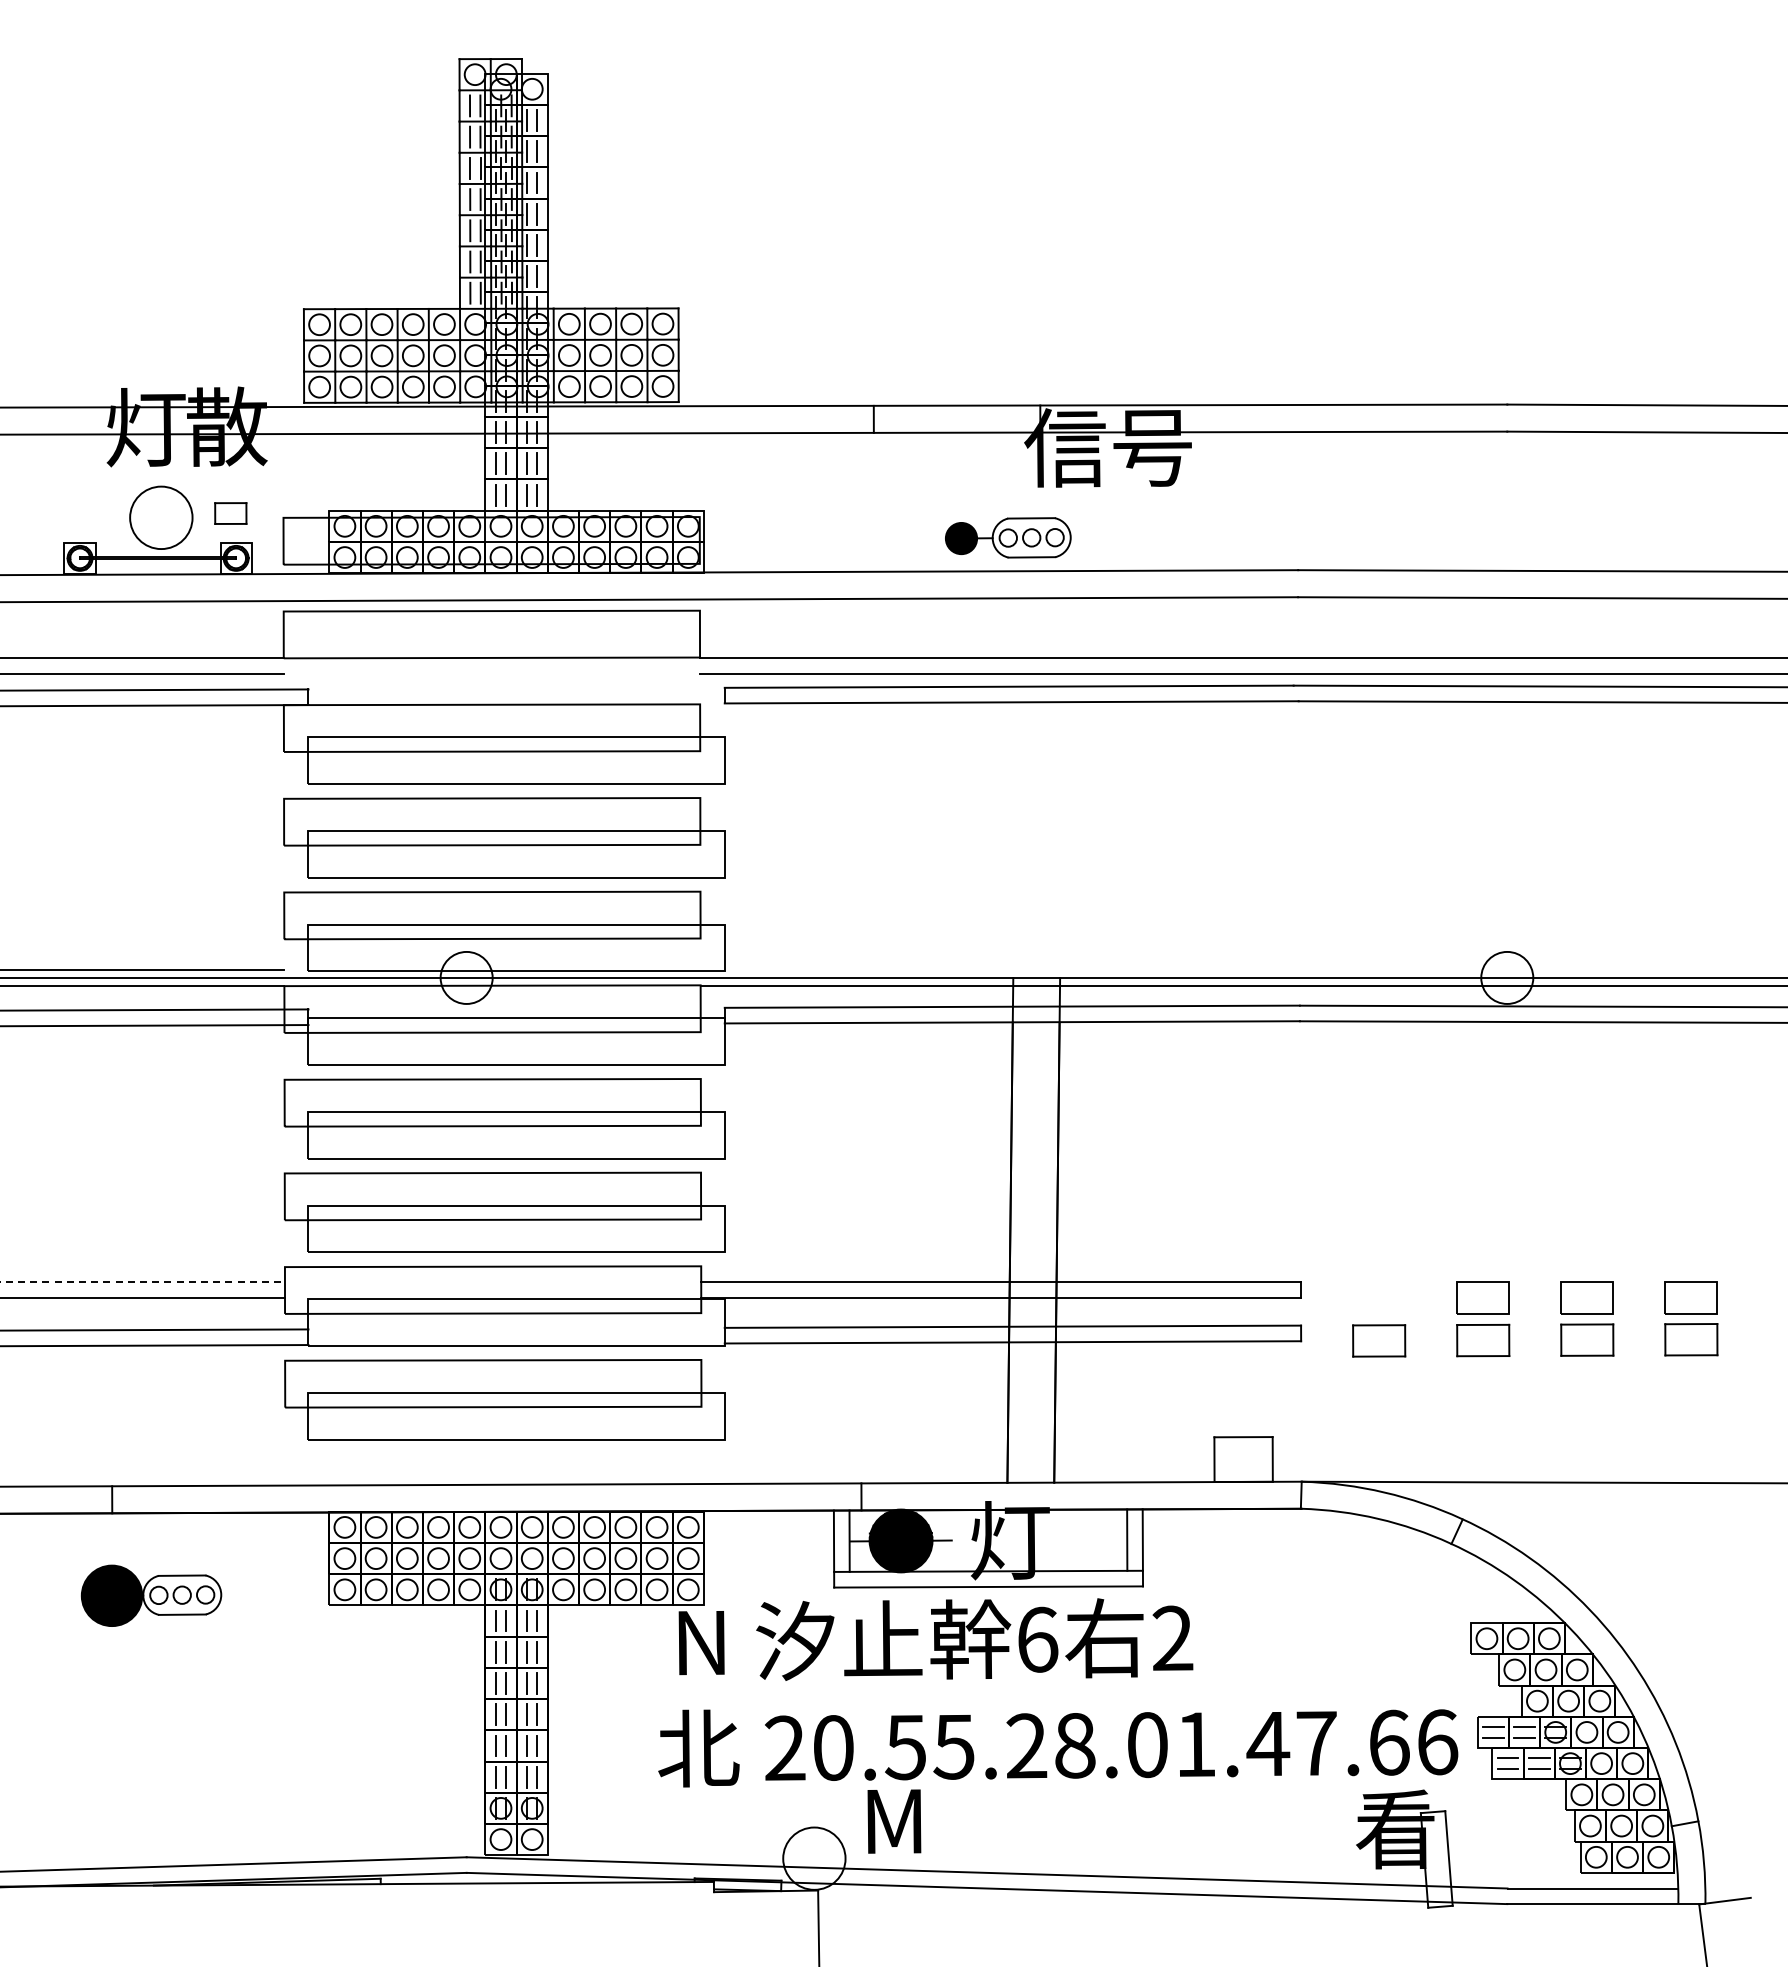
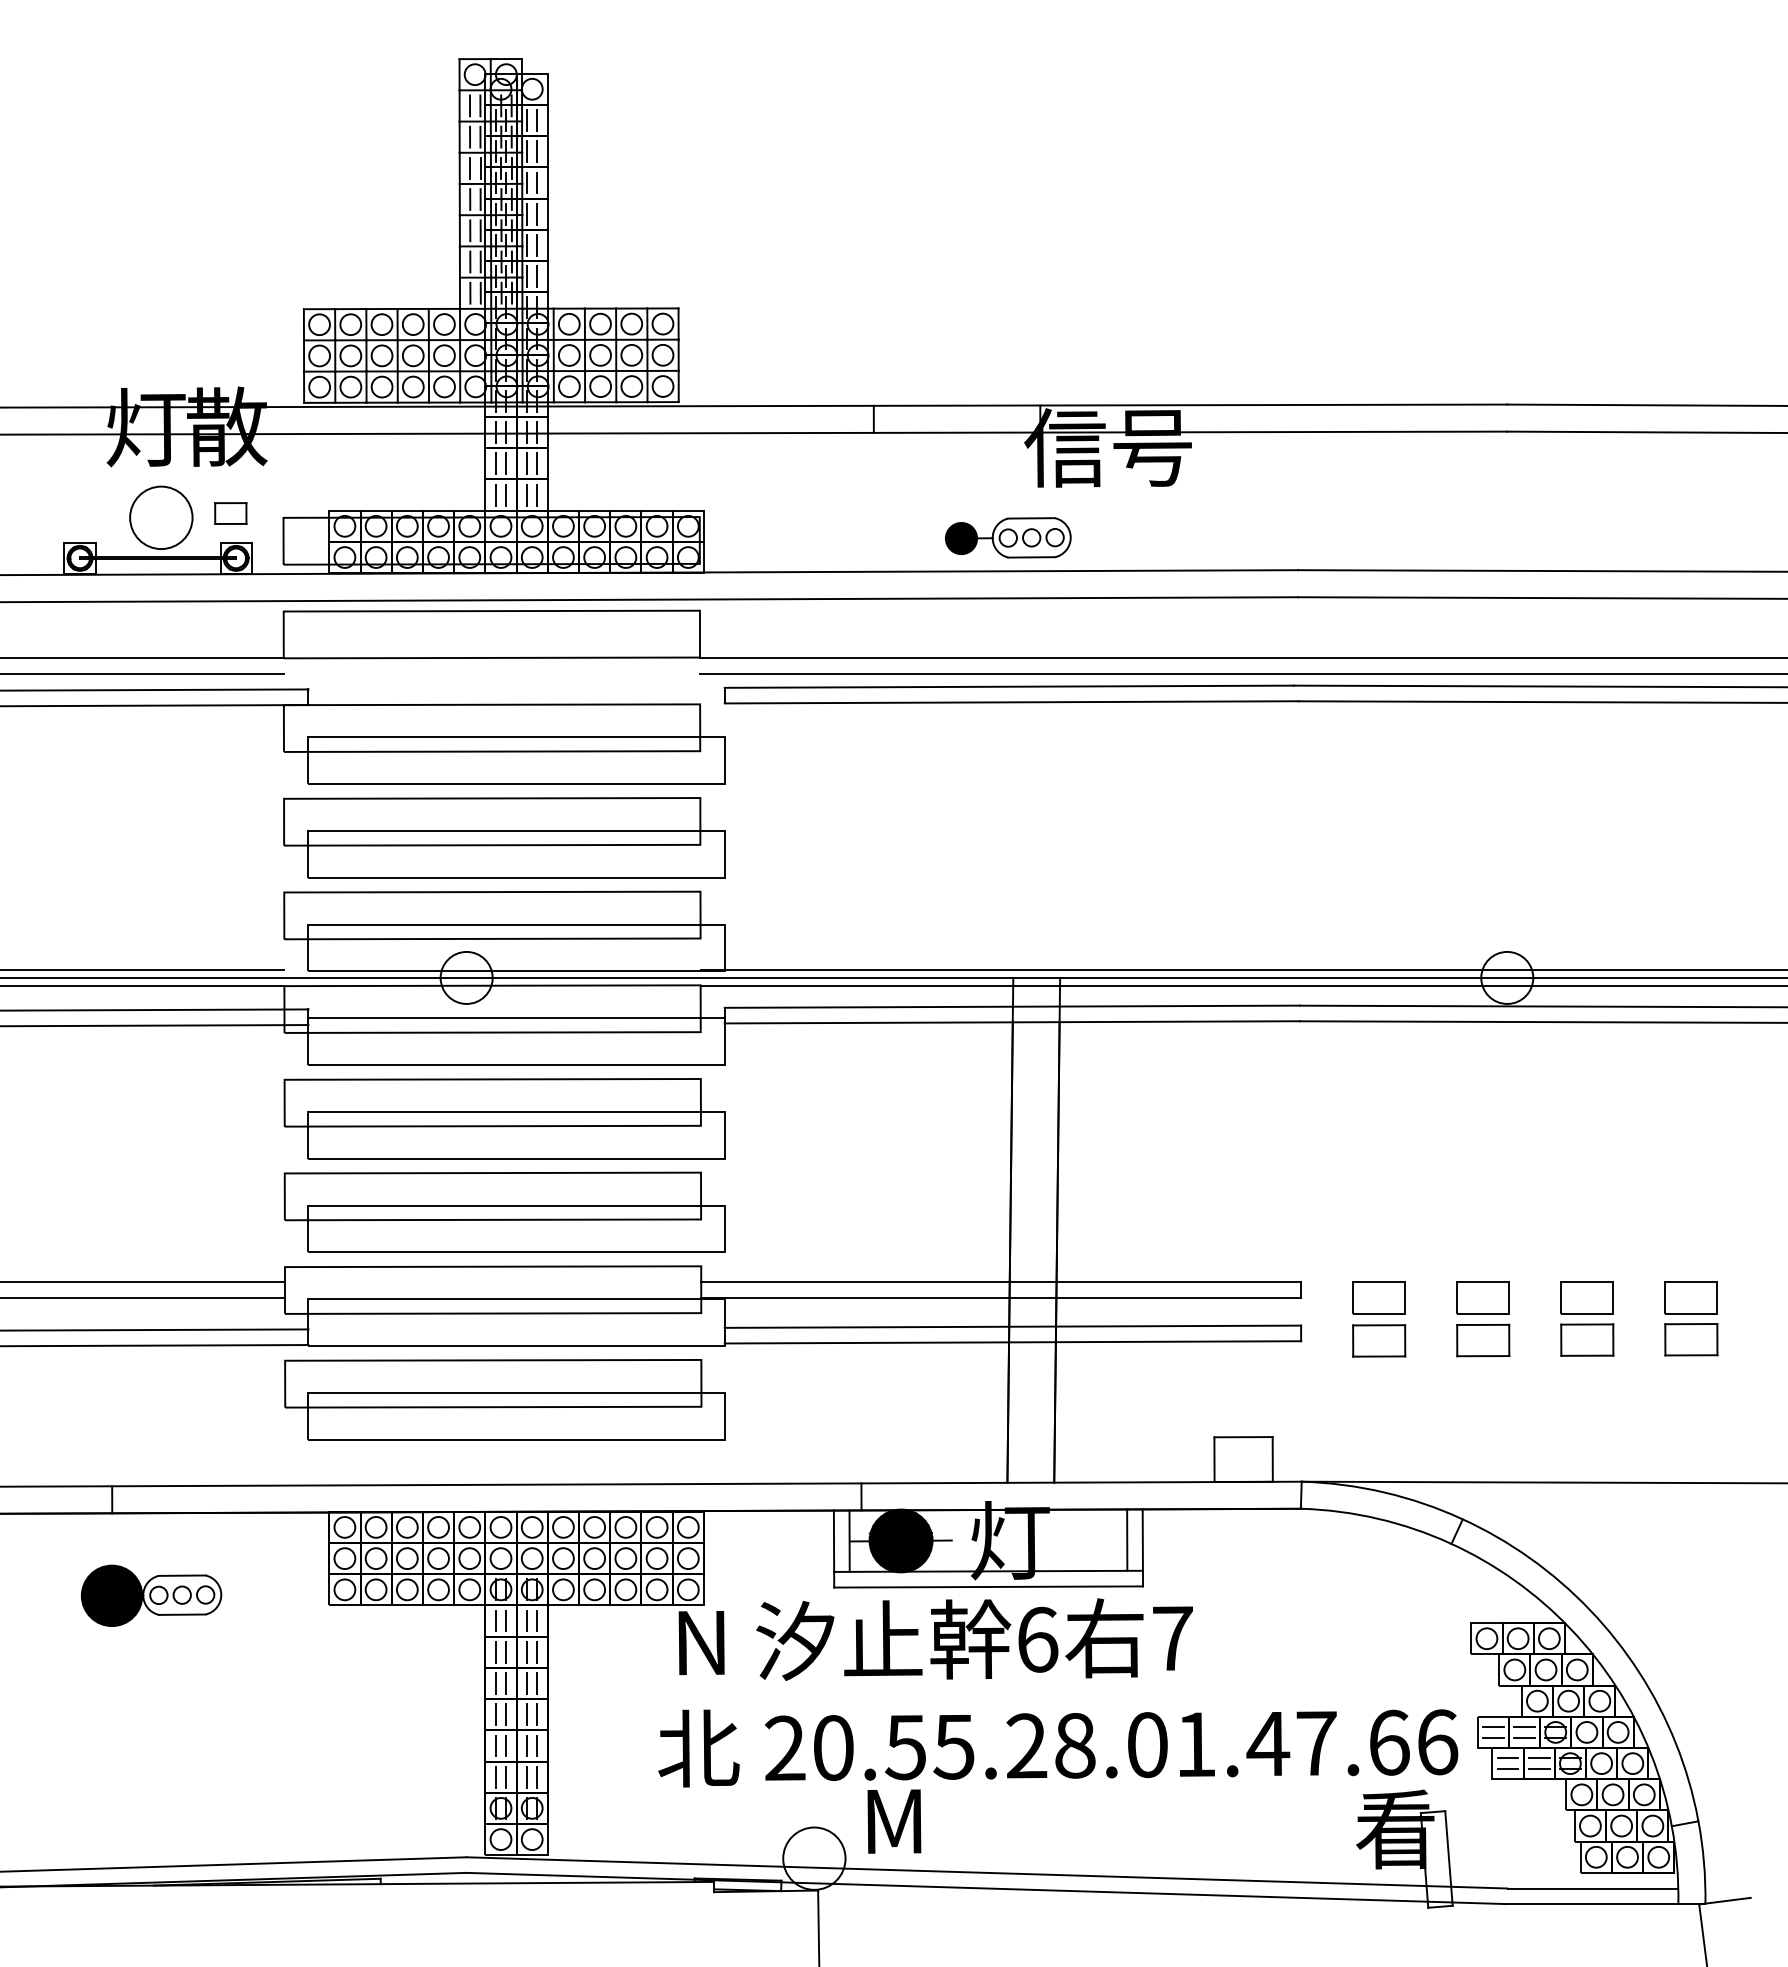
line at (1242, 970): none -> present
line at (143, 1282): dashed -> solid
part at (1378, 1297): none -> present
text at (1172, 1637): 2 -> 7
